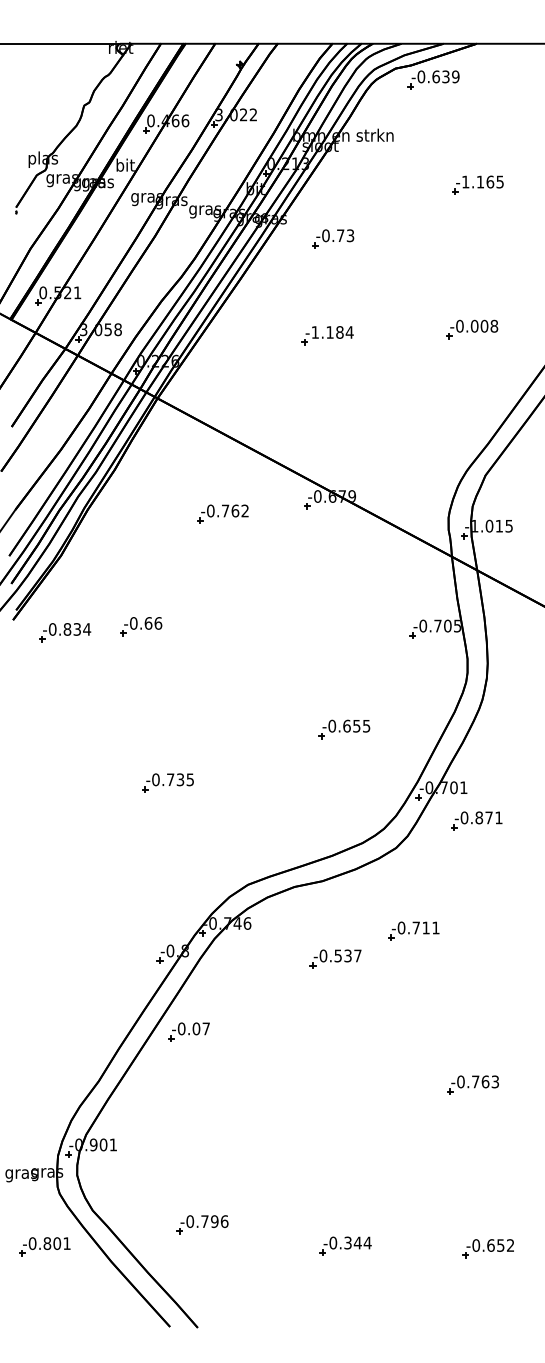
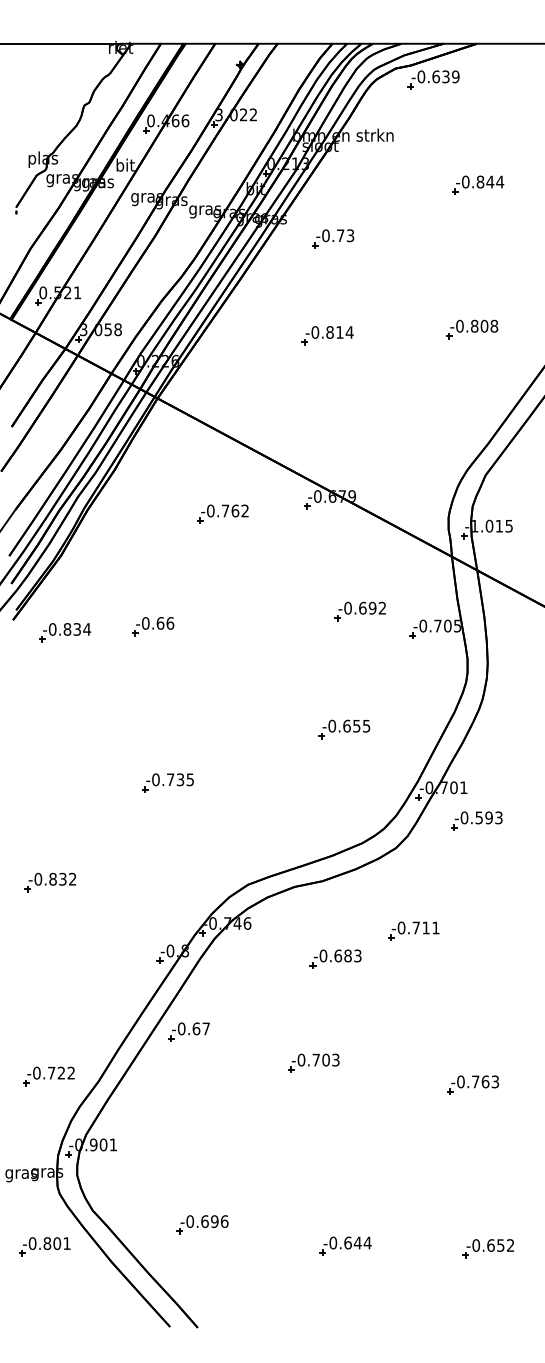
text at (483, 181): -1.165 -> -0.844
text at (474, 326): -0.008 -> -0.808
text at (327, 332): -1.184 -> -0.814
part at (359, 611): none -> present
part at (141, 626) position: (141, 626) -> (153, 626)
text at (488, 817): -0.871 -> -0.593
part at (50, 882): none -> present
text at (347, 955): -0.537 -> -0.683
text at (196, 1028): -0.07 -> -0.67
part at (313, 1062): none -> present
part at (48, 1076): none -> present
text at (204, 1221): -0.796 -> -0.696
text at (347, 1242): -0.344 -> -0.644
